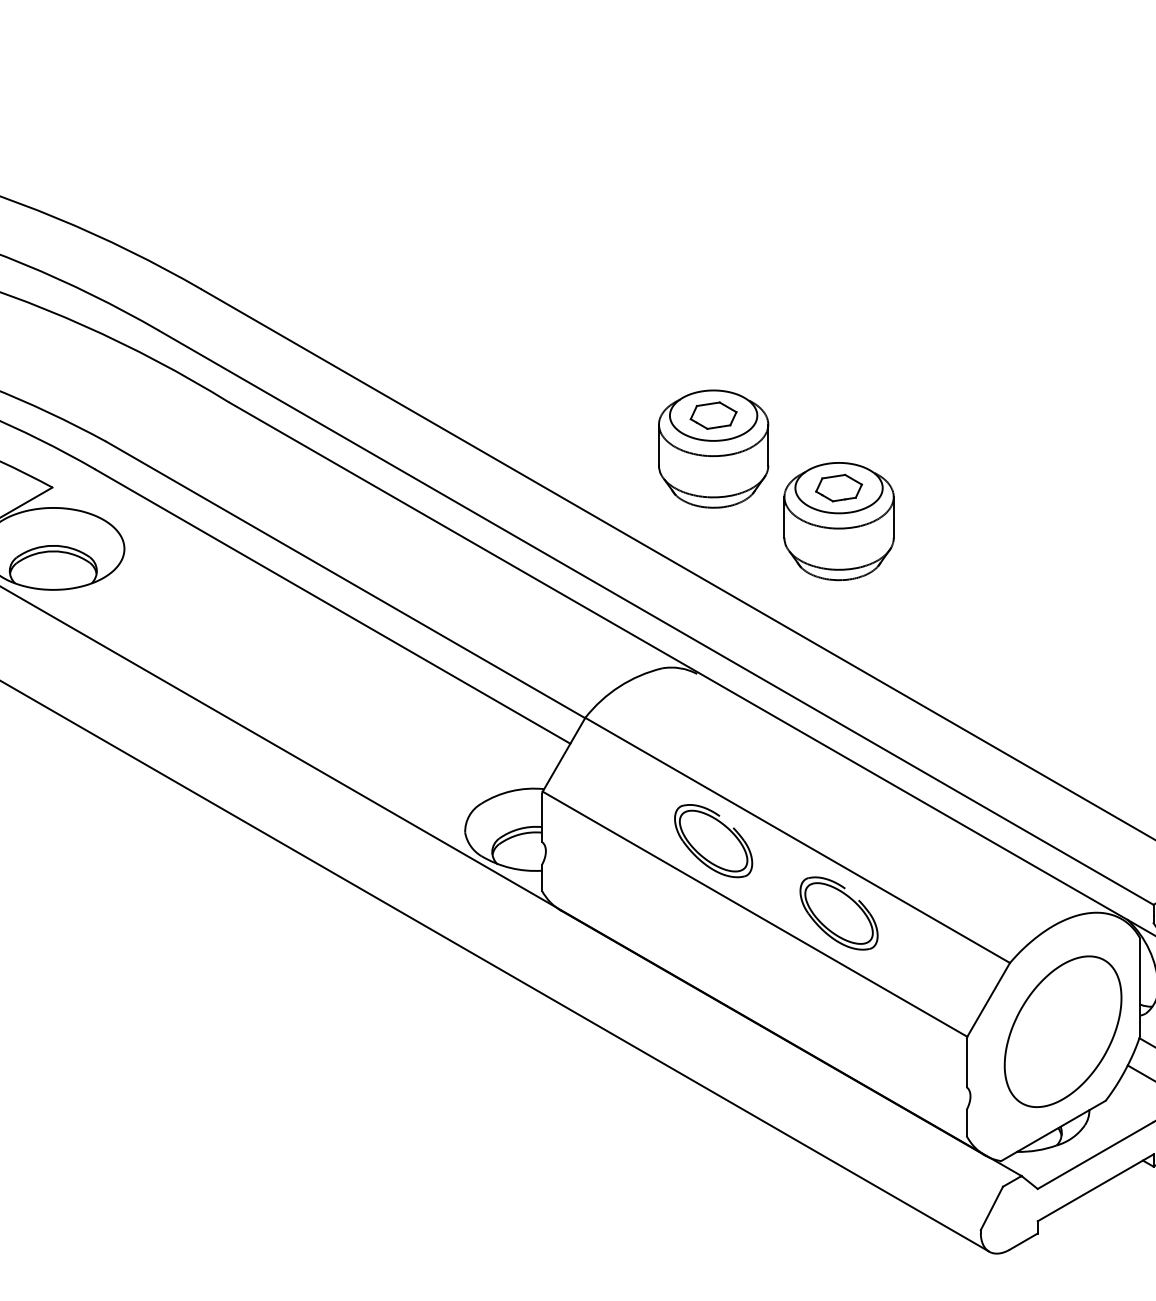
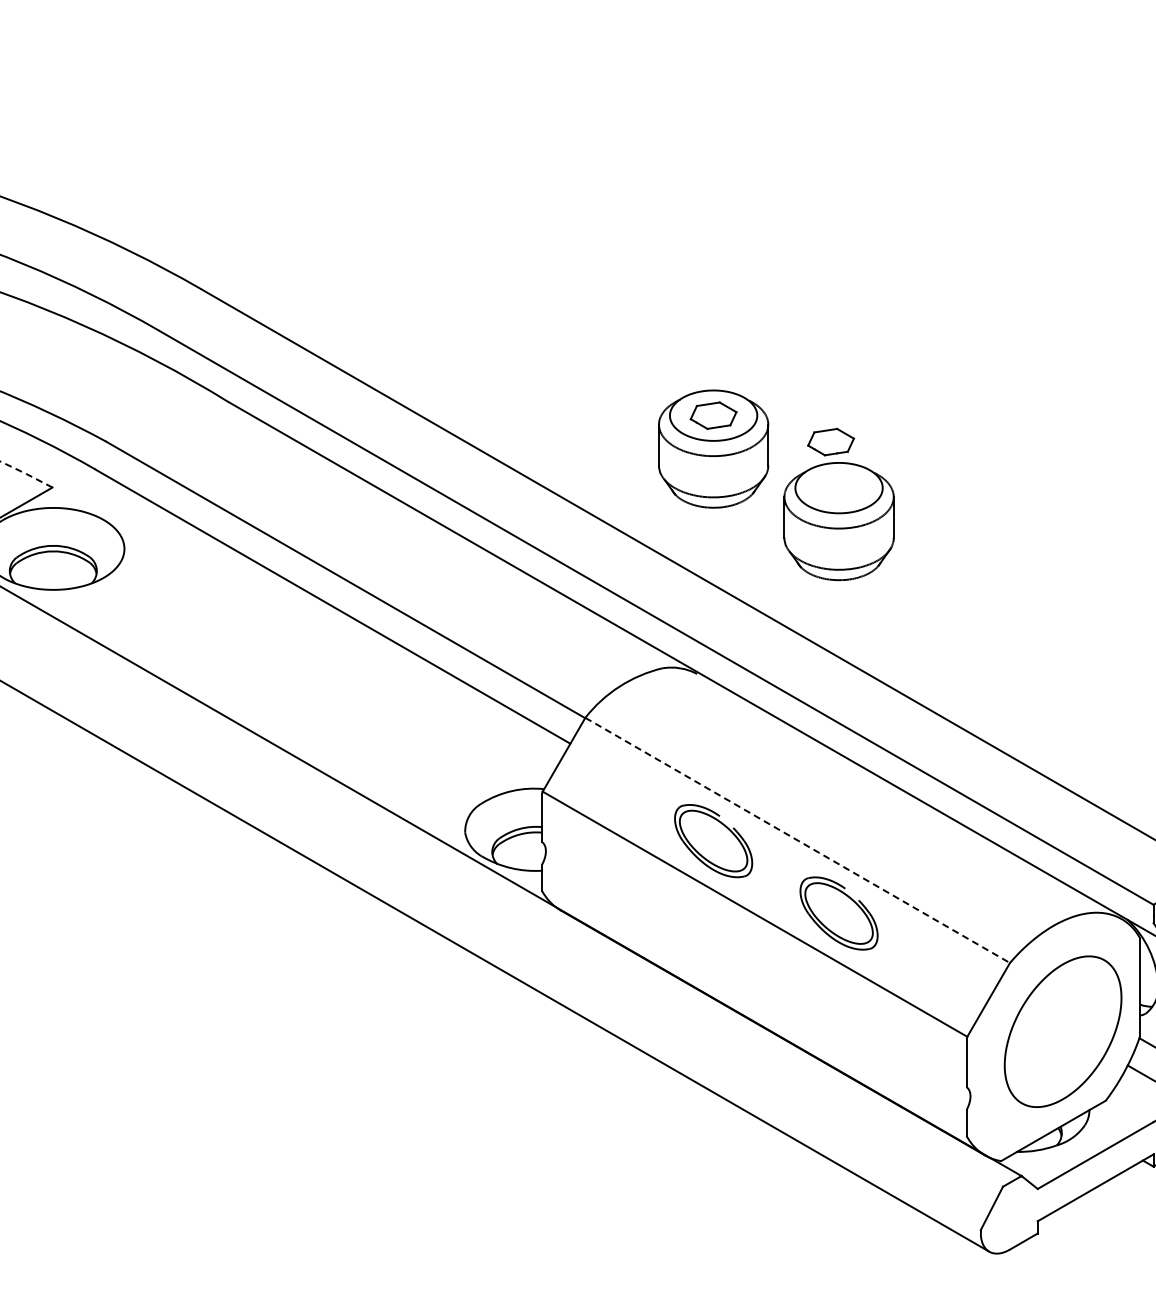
arc at (26, 473): solid -> dashed
part at (839, 487) position: (839, 487) -> (831, 441)
line at (798, 840): solid -> dashed
